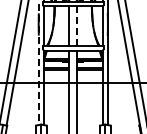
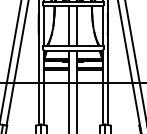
line at (76, 26): dashed -> solid
line at (38, 63): dashed -> solid
